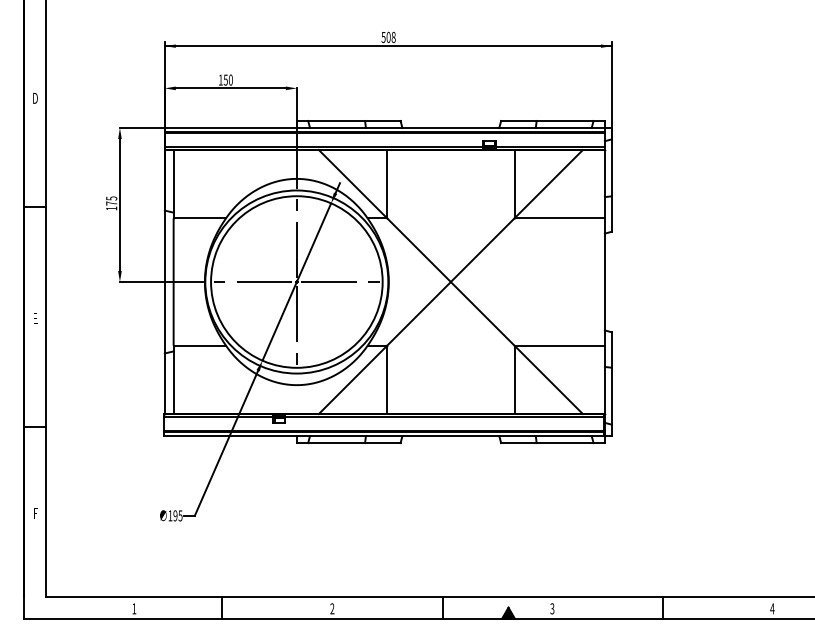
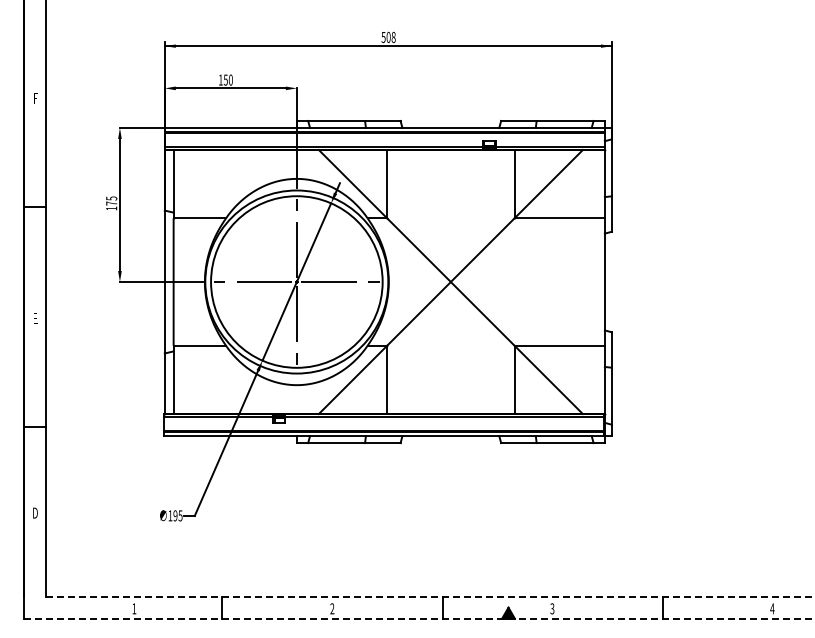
text at (35, 97): D -> F
text at (35, 512): F -> D
line at (430, 596): solid -> dashed
line at (419, 618): solid -> dashed
